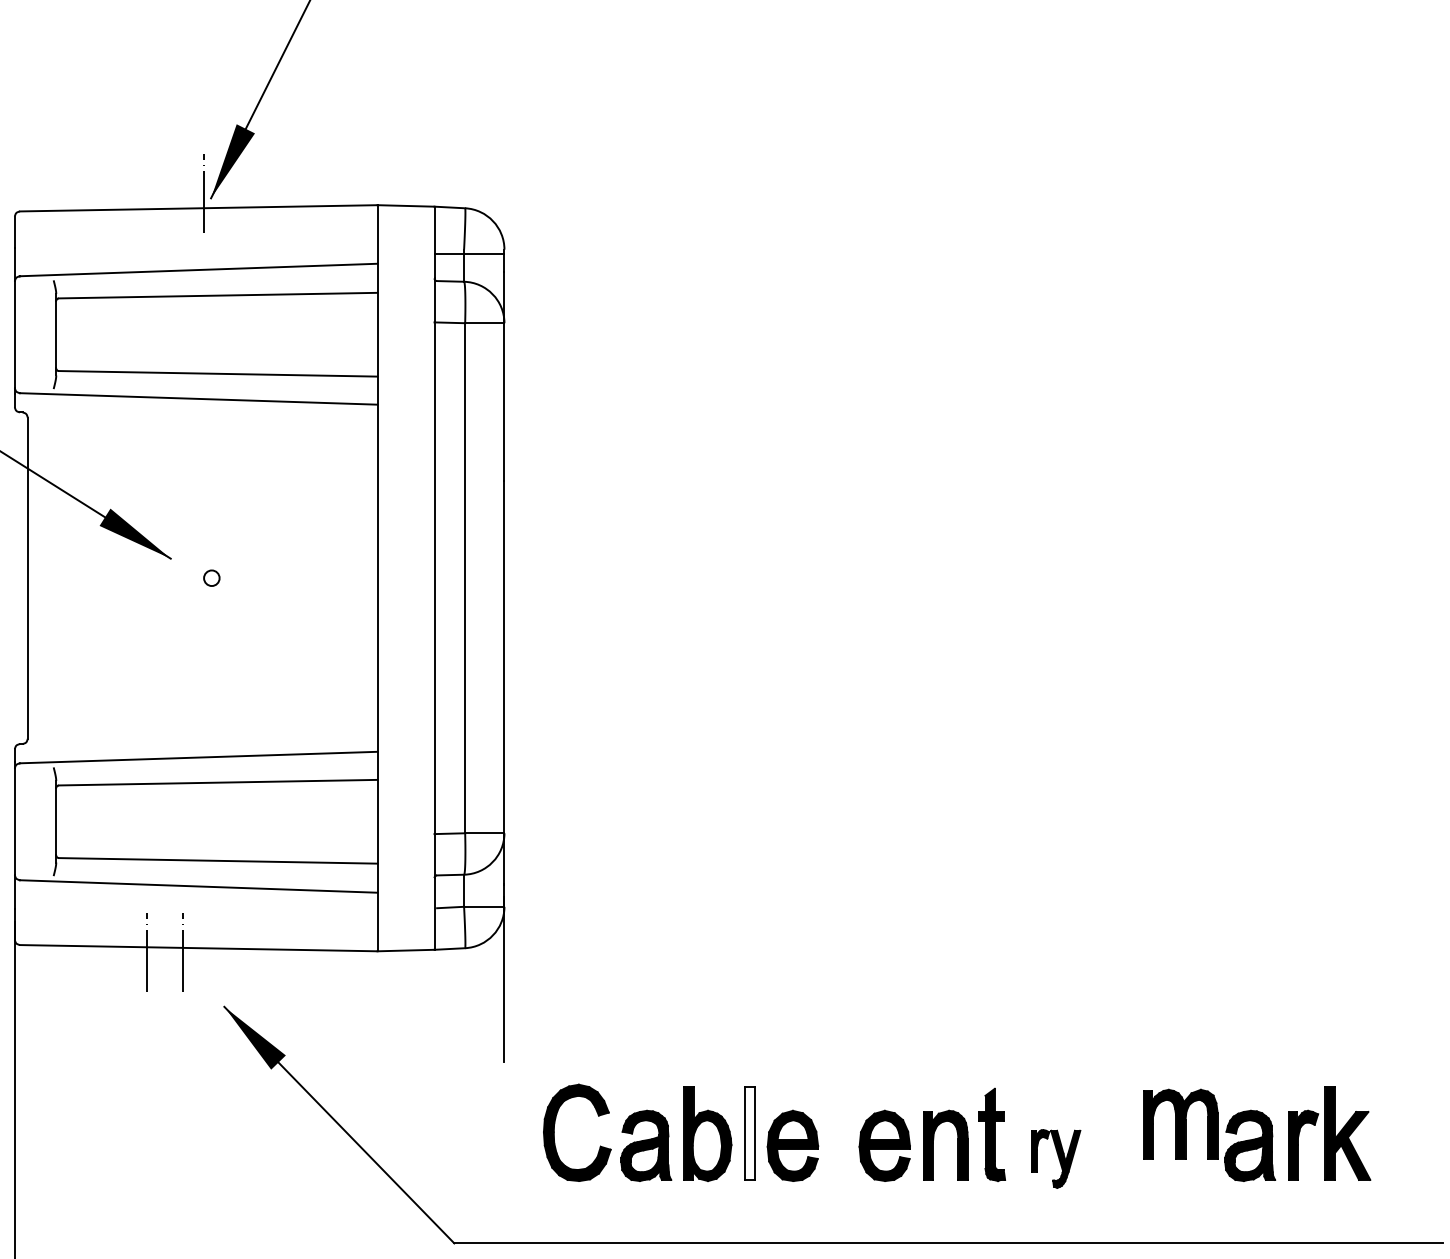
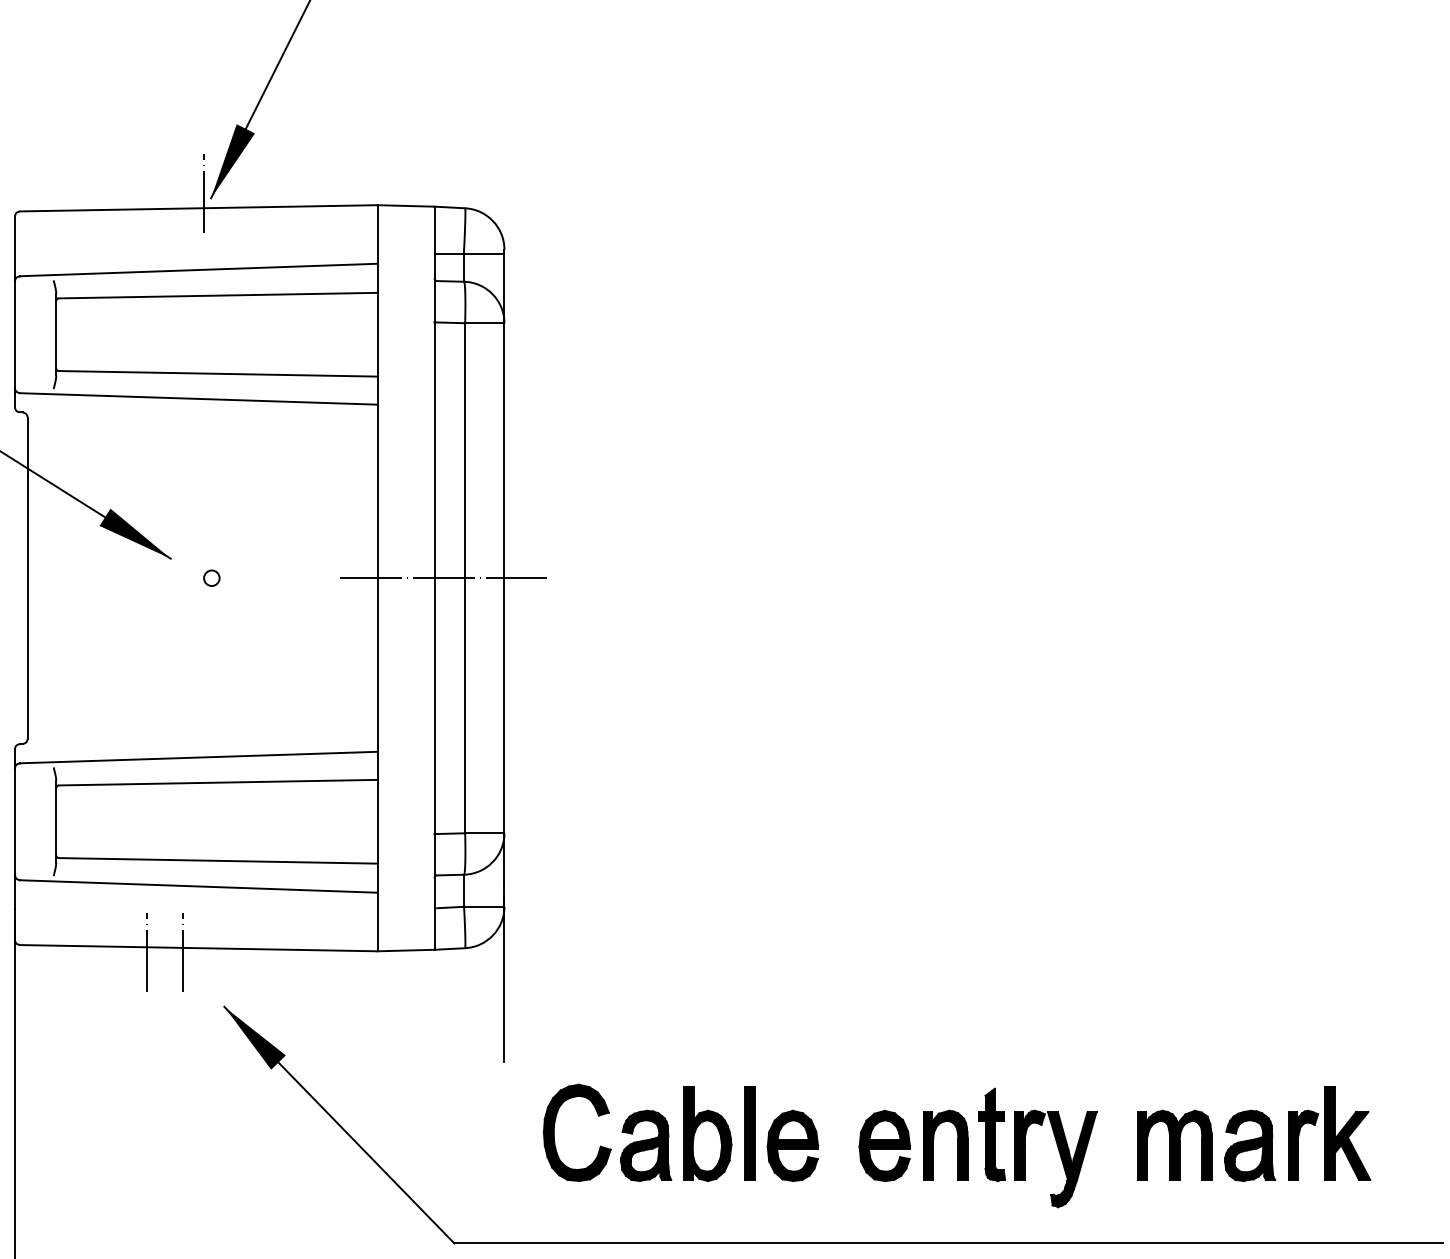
line at (443, 578): none -> present
part at (1180, 1123) position: (1180, 1123) -> (1174, 1144)
fill at (749, 1132): none -> present
part at (1056, 1158) size: 51x60 px -> 84x100 px
